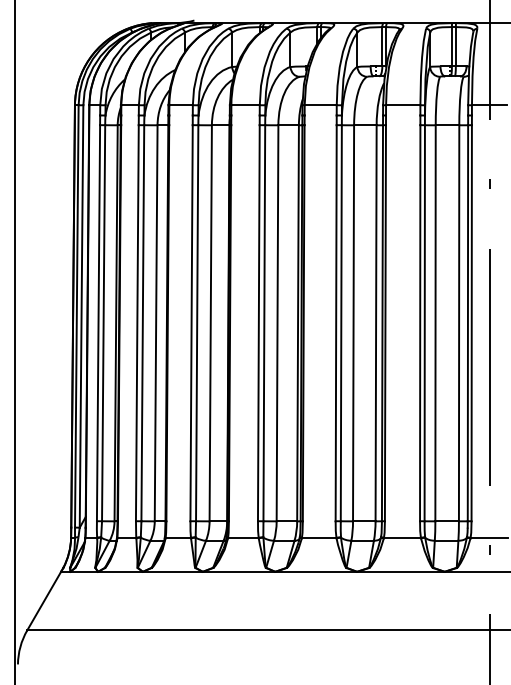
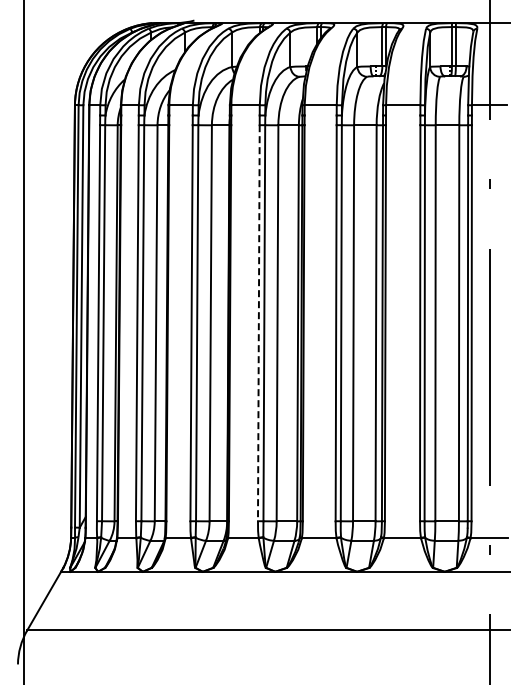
line at (258, 323): solid -> dashed
line at (15, 341) position: (15, 341) -> (24, 341)
